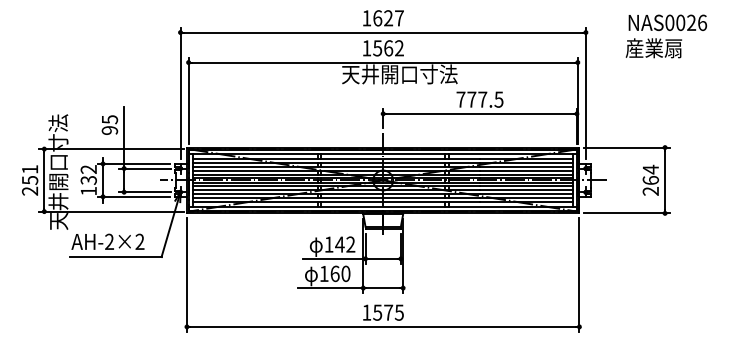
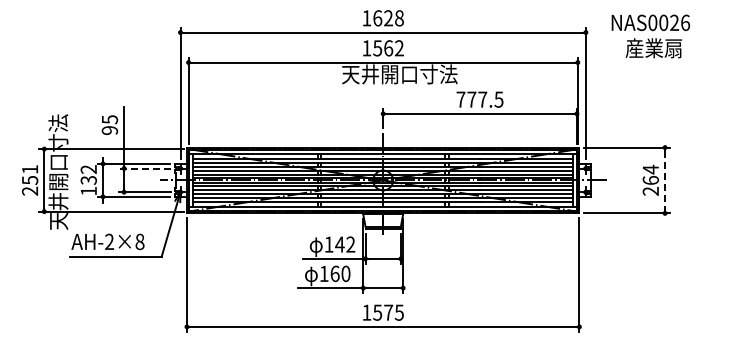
text at (399, 18): 1627 -> 1628
text at (667, 22) position: (667, 22) -> (650, 22)
line at (144, 168): solid -> dashed
line at (665, 180): solid -> dashed
text at (139, 241): AH-2×2 -> AH-2×8
